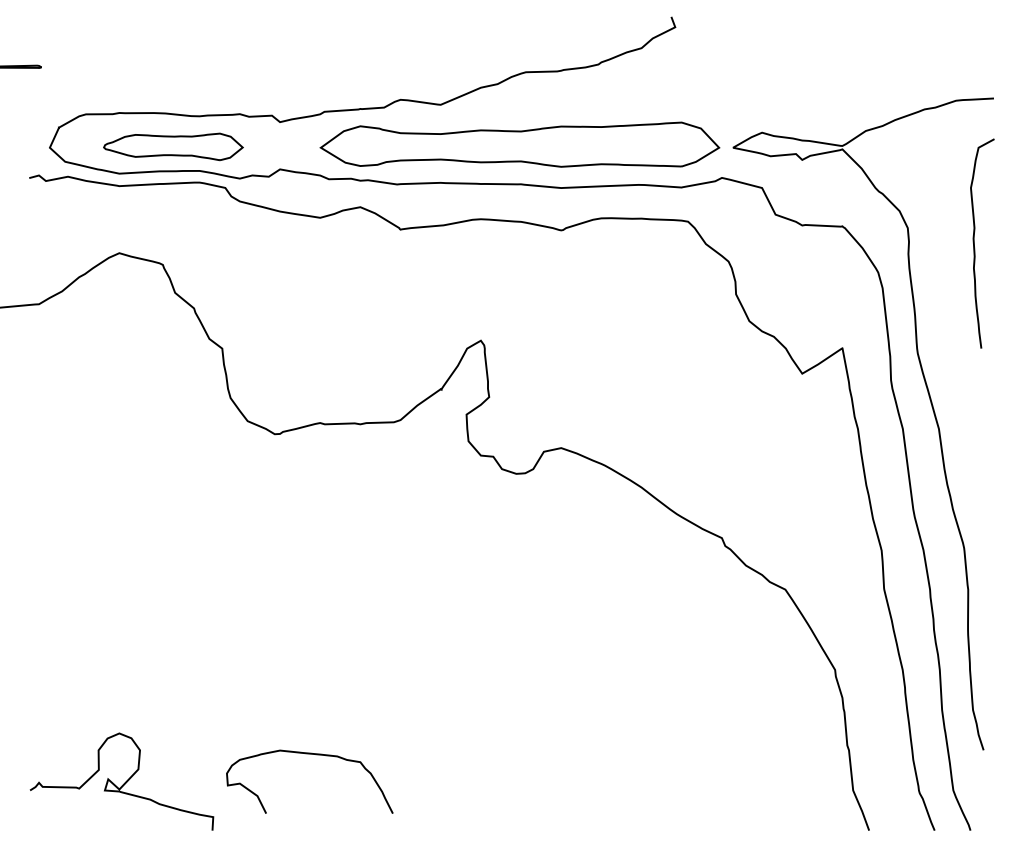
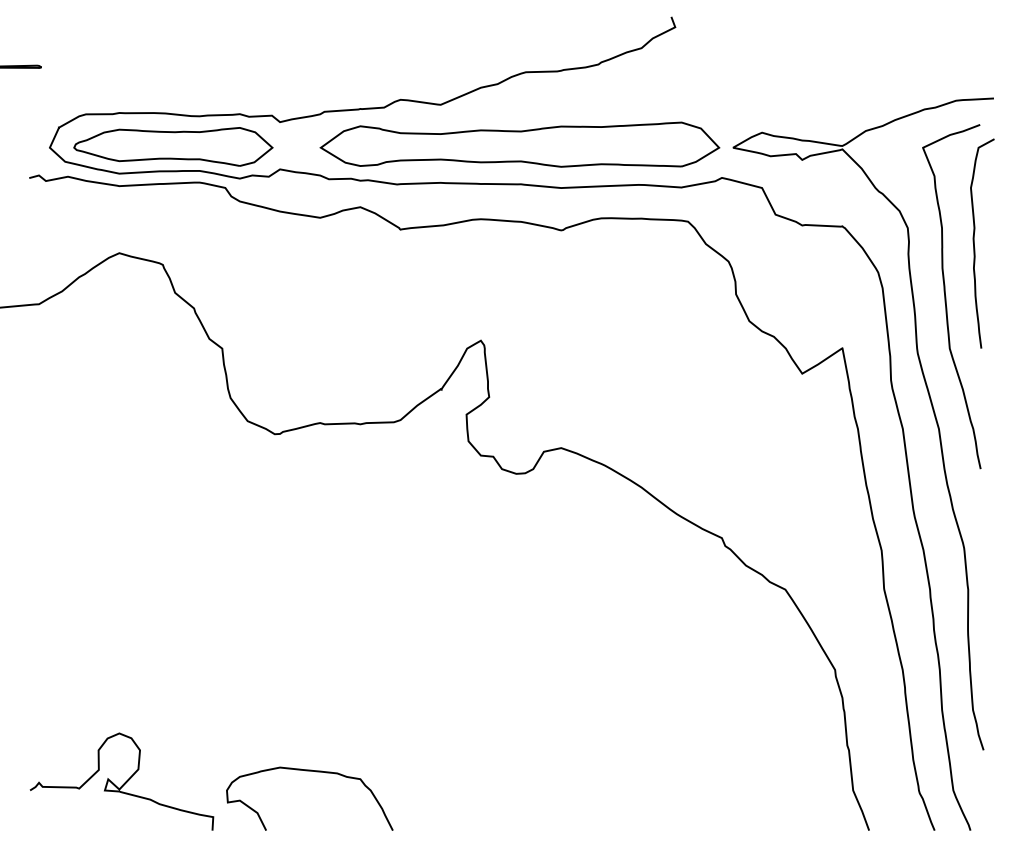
part at (173, 146) size: 141x30 px -> 201x40 px
curve at (946, 296): none -> present
curve at (316, 755) position: (316, 755) -> (316, 772)
